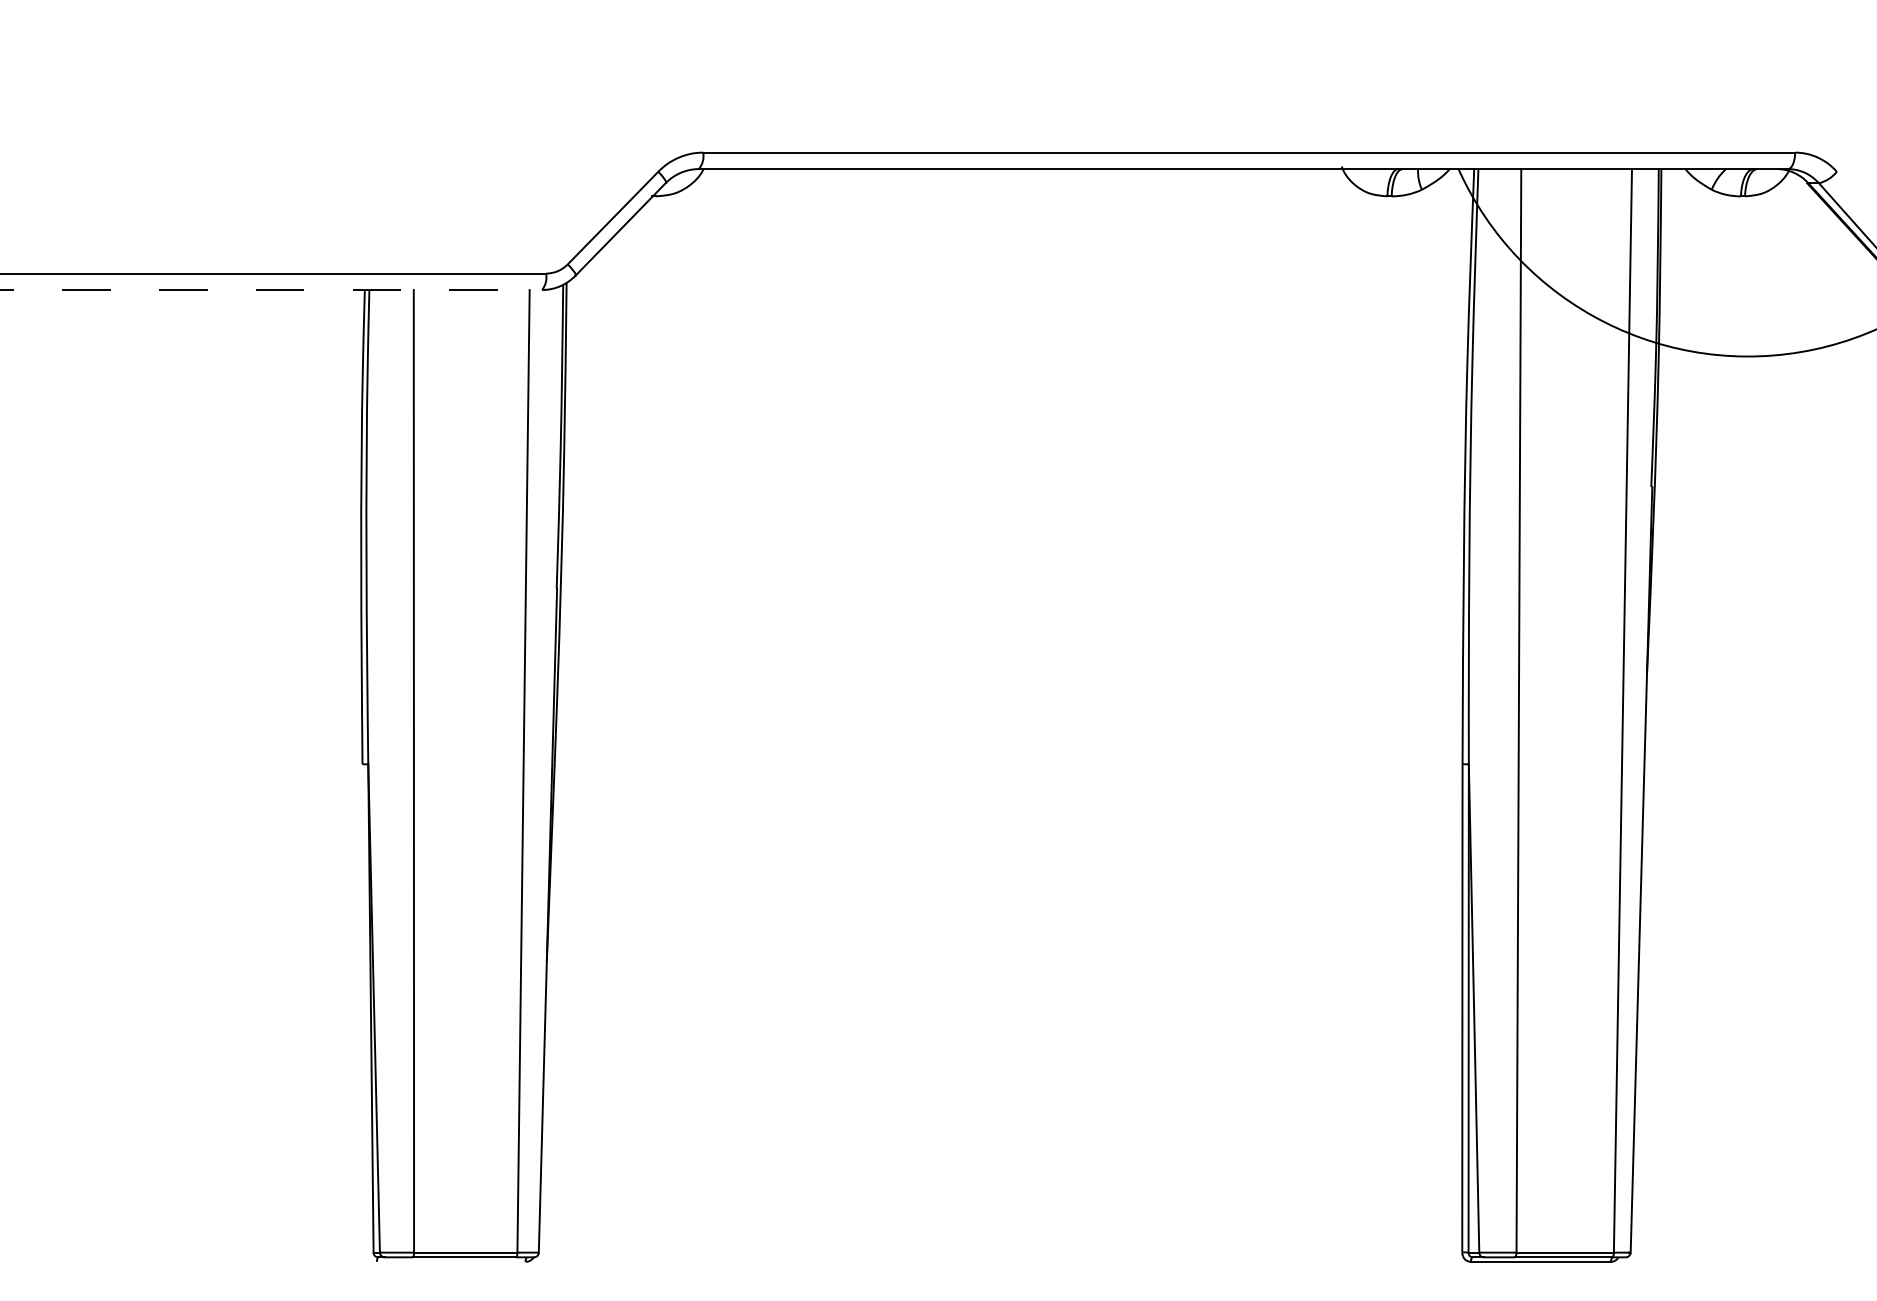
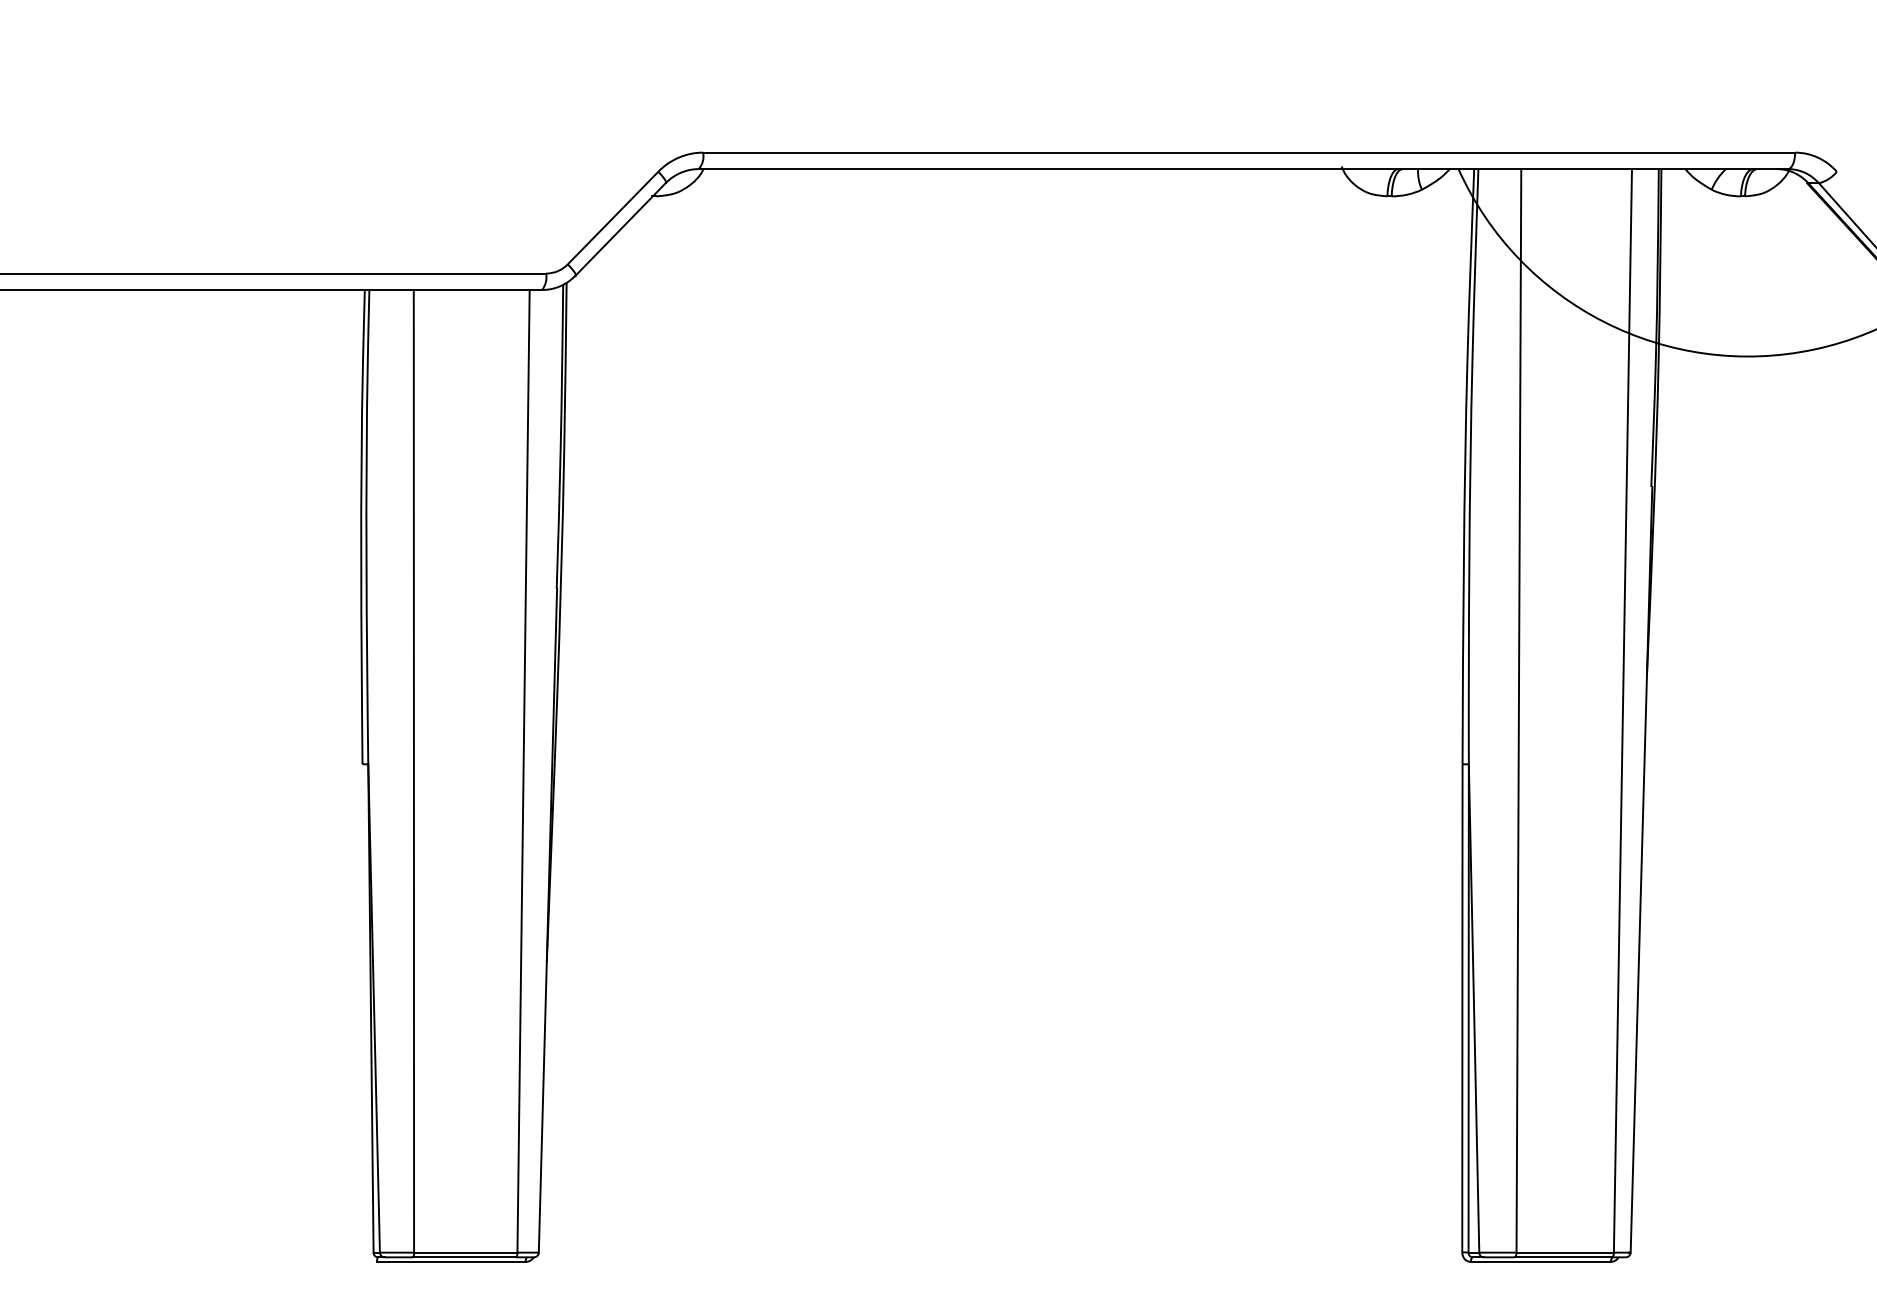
line at (271, 290): dashed -> solid
line at (451, 1261): none -> present
